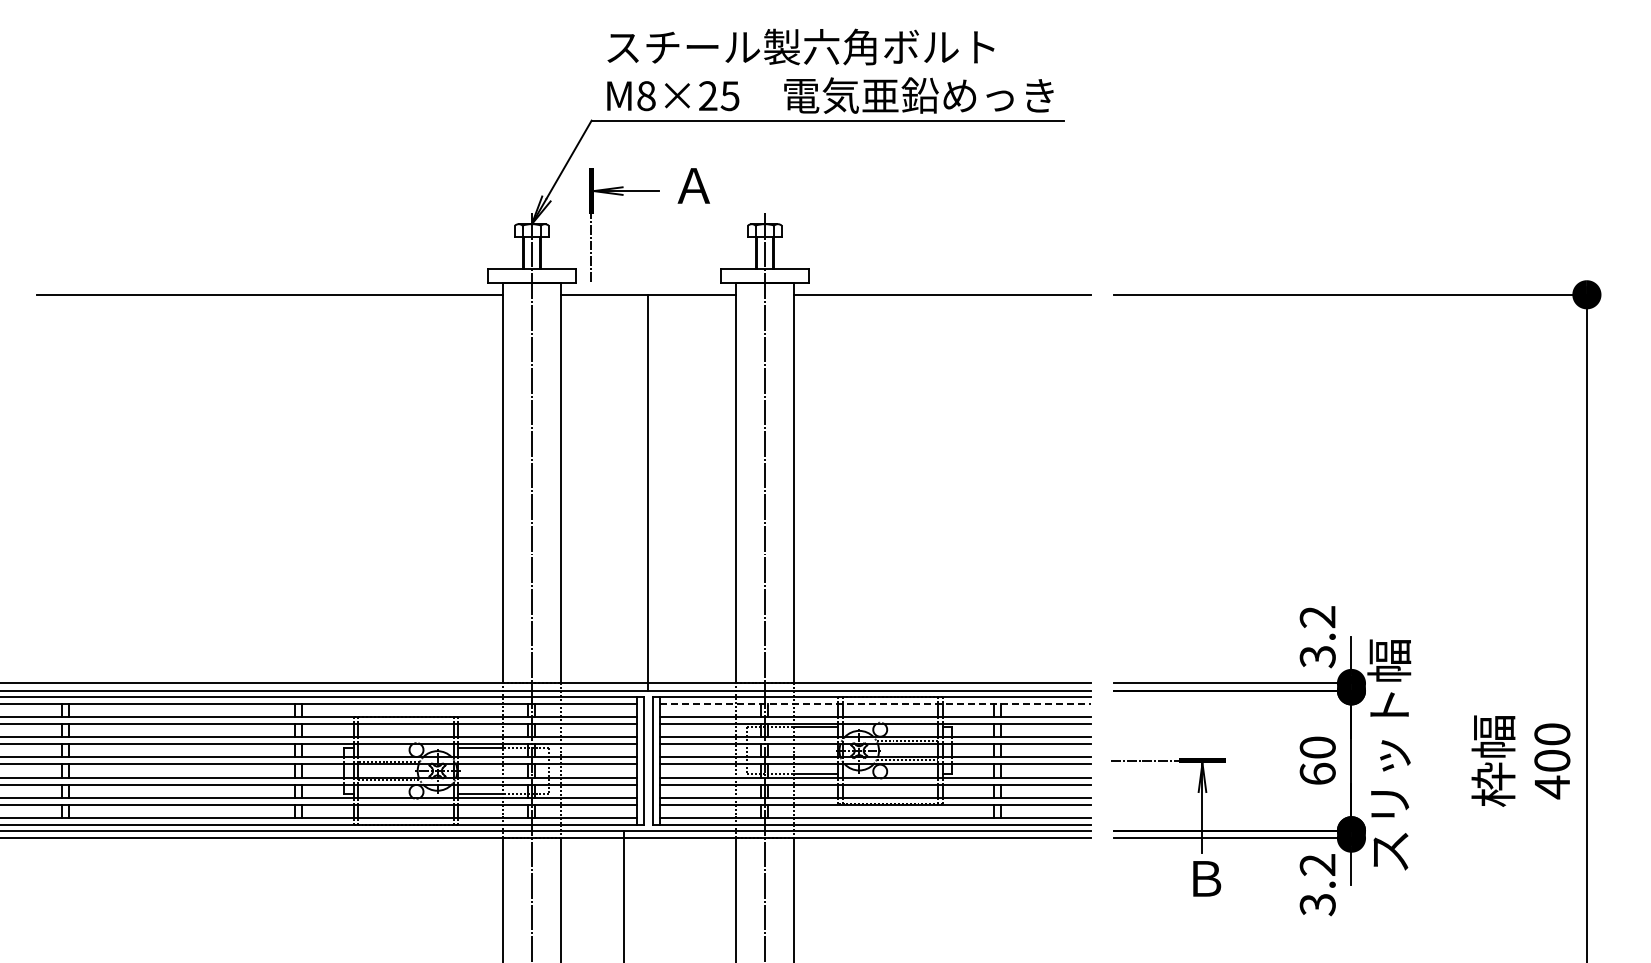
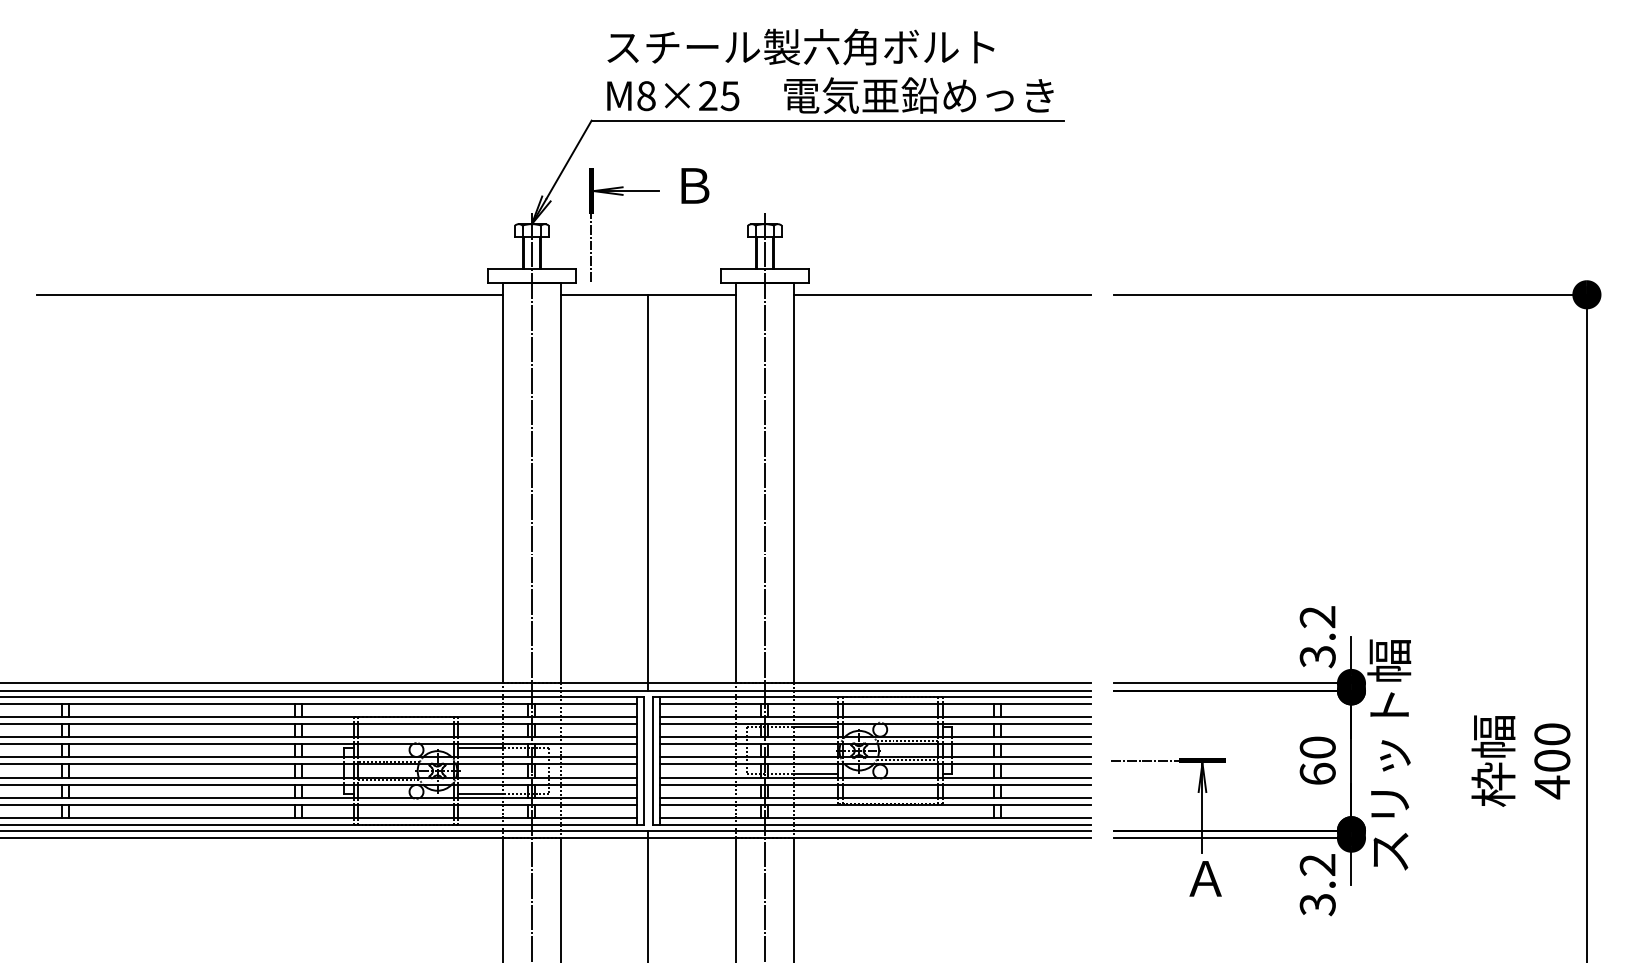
text at (693, 185): Ａ -> Ｂ
line at (875, 703): dashed -> solid
text at (1205, 878): Ｂ -> Ａ
line at (624, 894) position: (624, 894) -> (648, 894)
